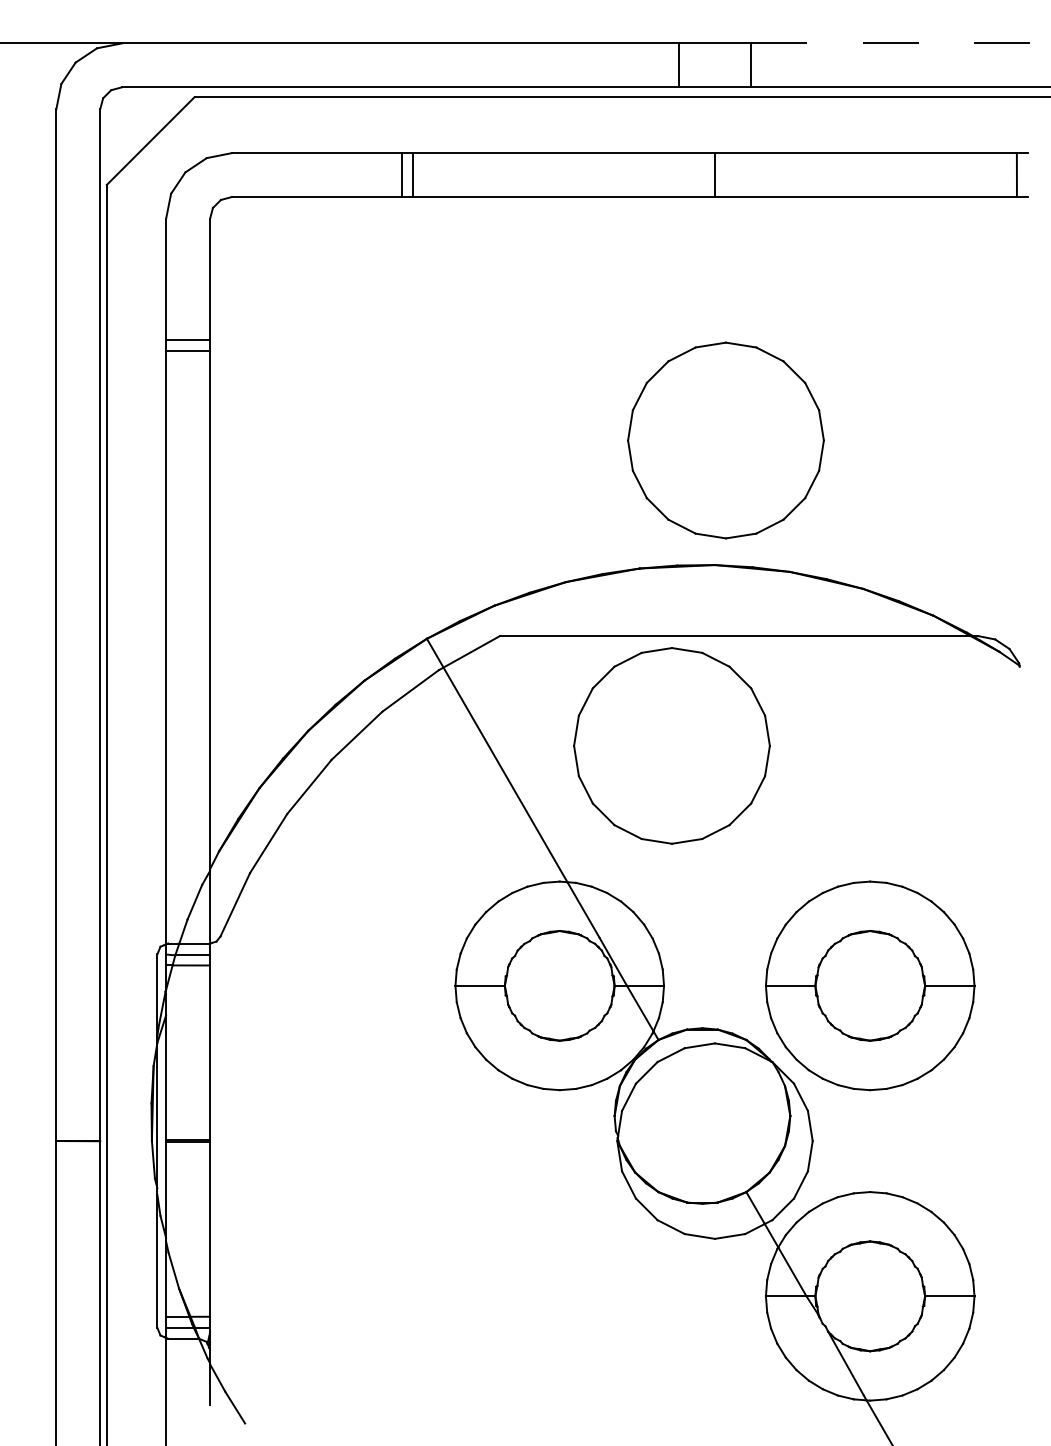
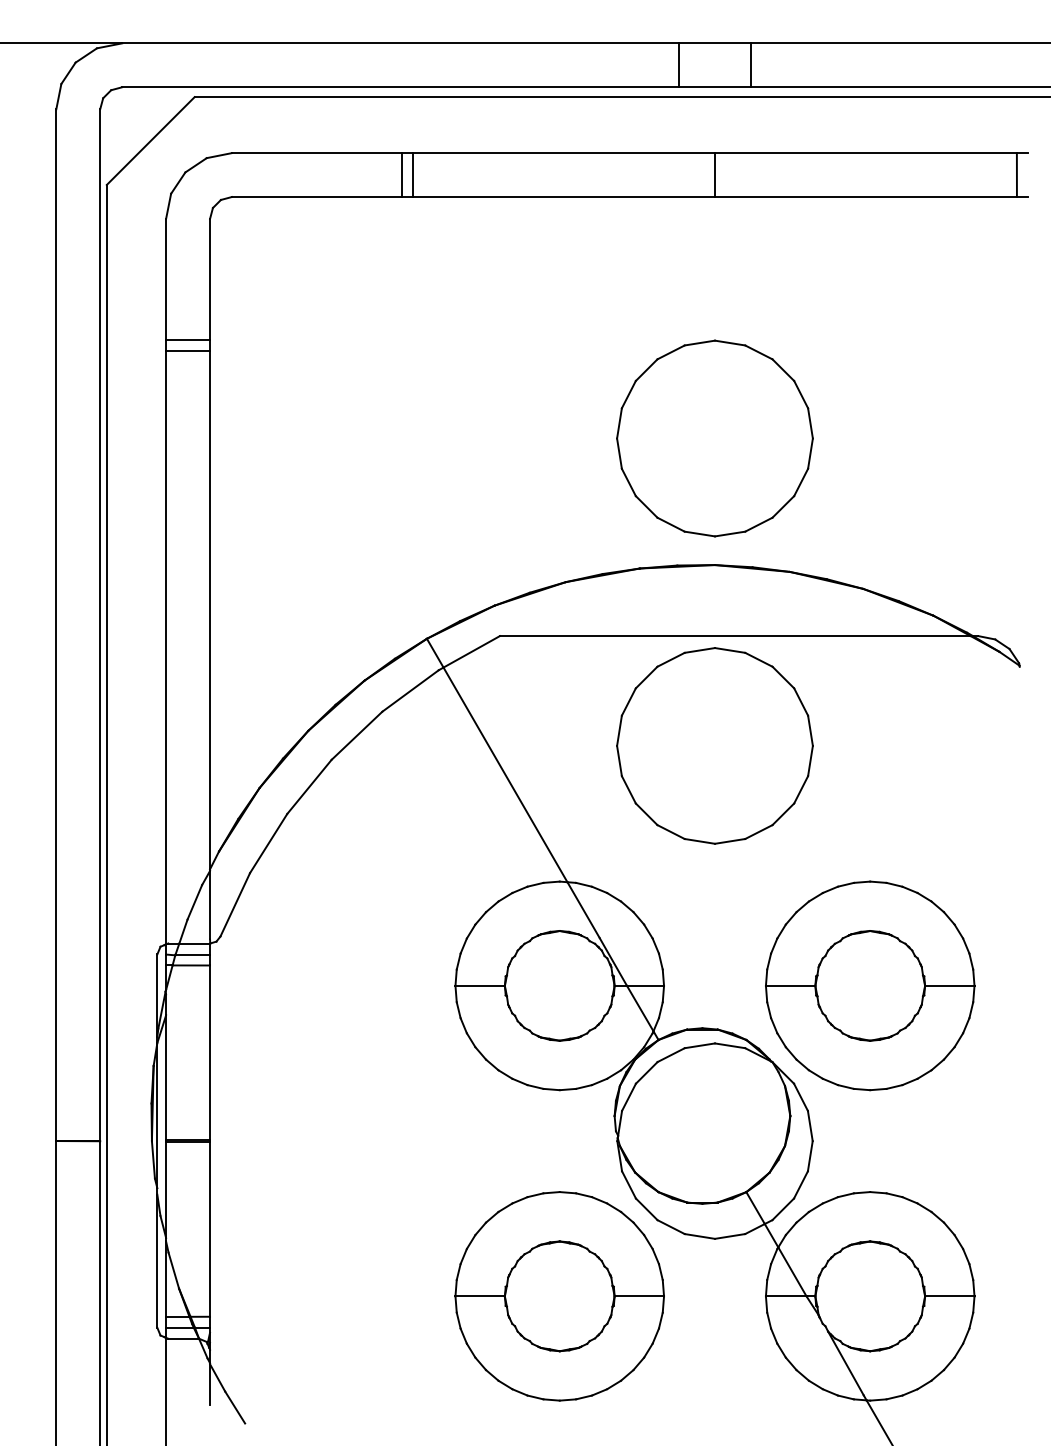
line at (901, 43): dashed -> solid
part at (725, 440) position: (725, 440) -> (714, 438)
part at (671, 745) position: (671, 745) -> (714, 745)
part at (559, 1296): none -> present
